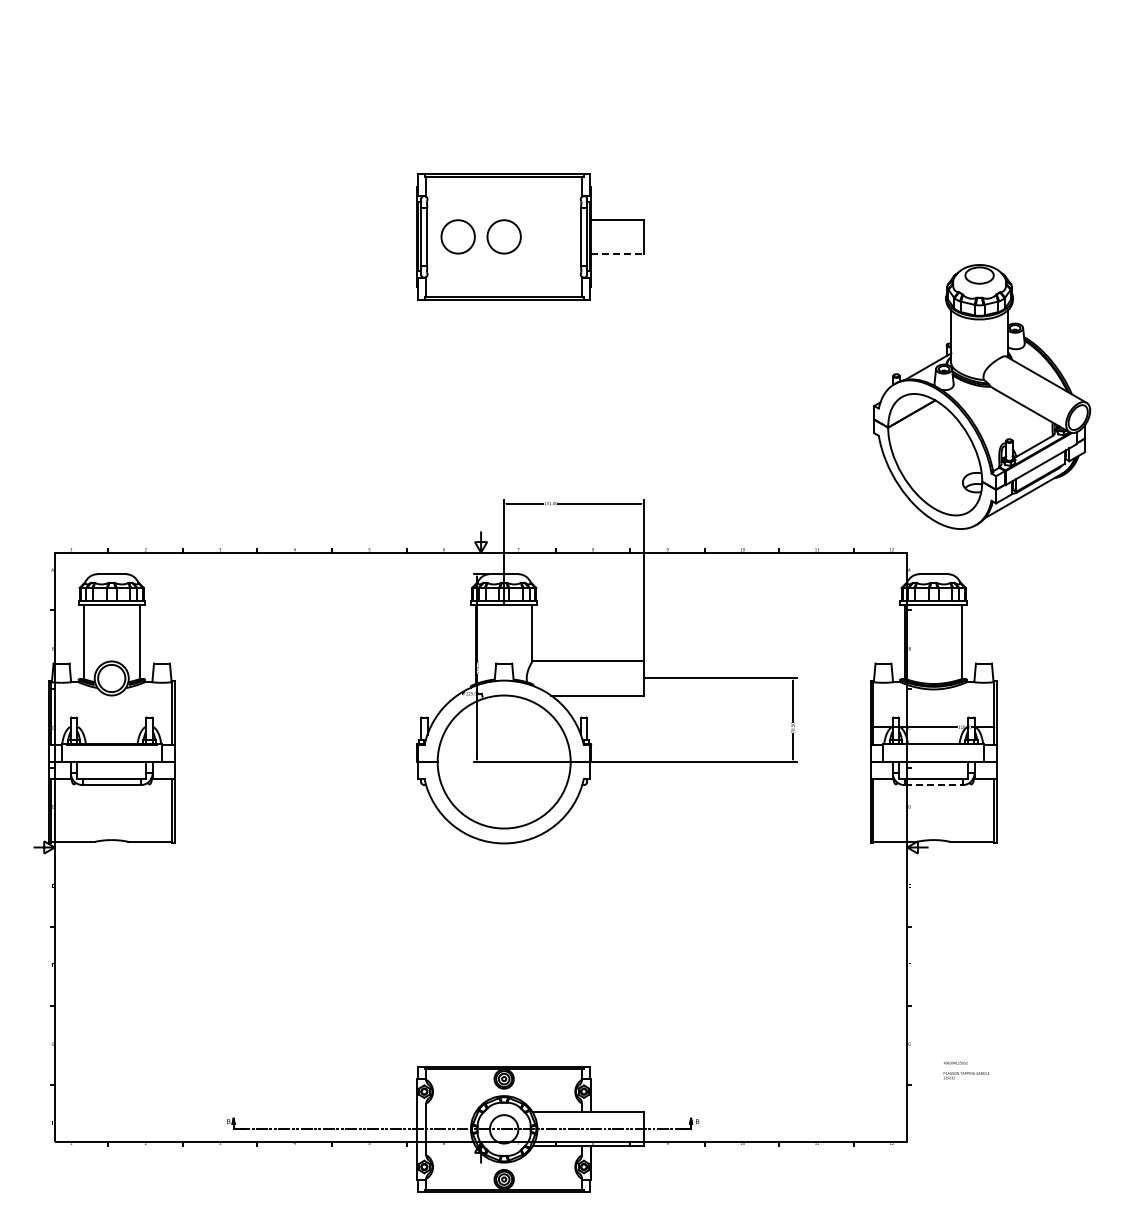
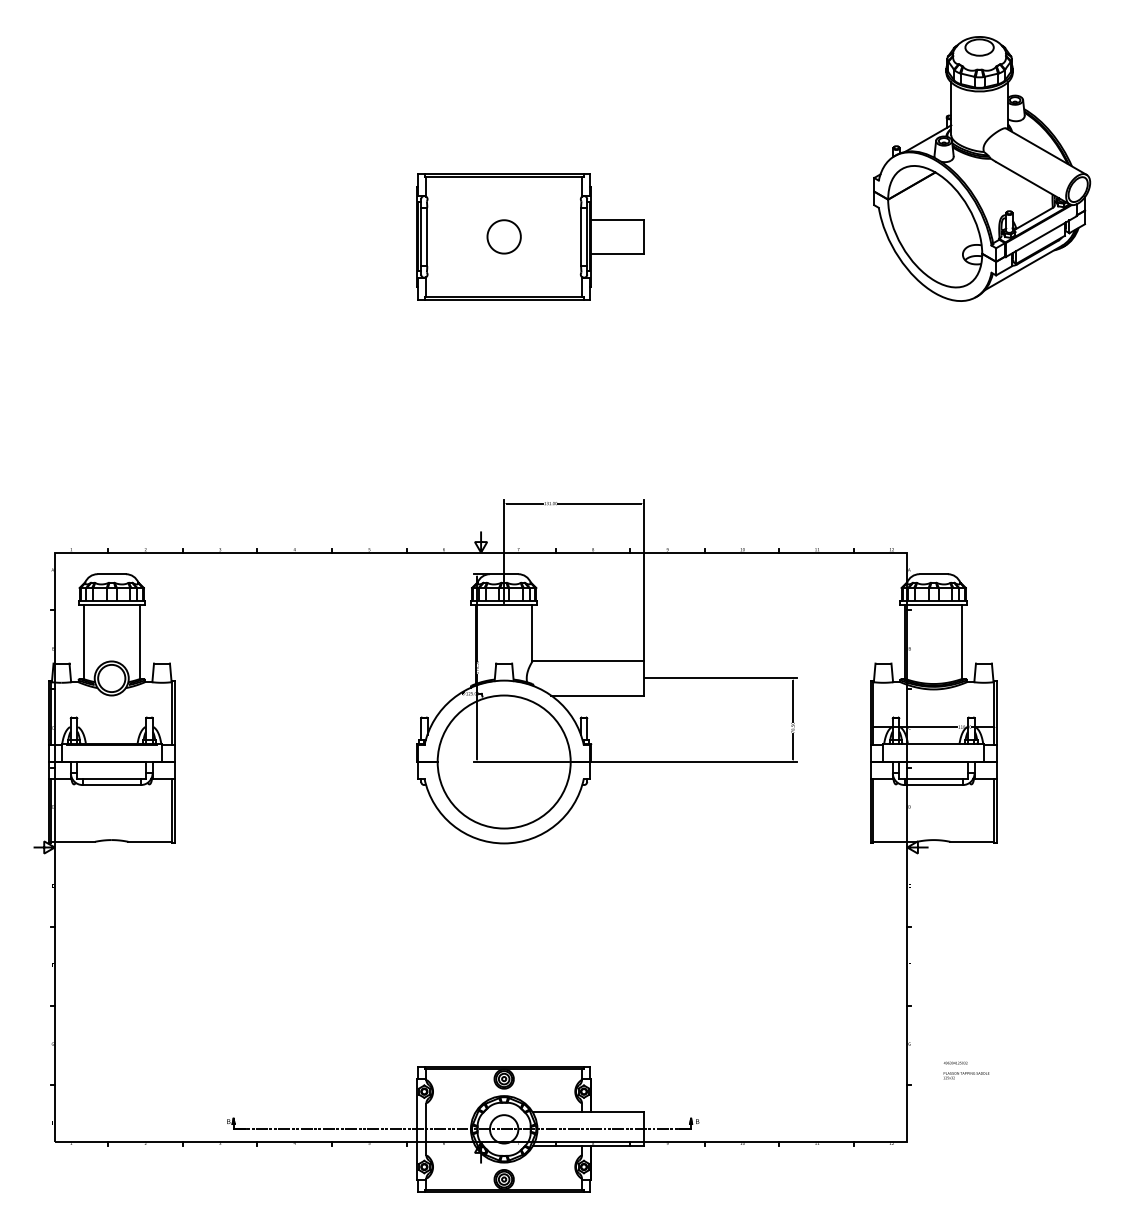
part at (457, 236): present -> none
line at (618, 253): dashed -> solid
part at (982, 396) position: (982, 396) -> (982, 168)
line at (934, 785): dashed -> solid
